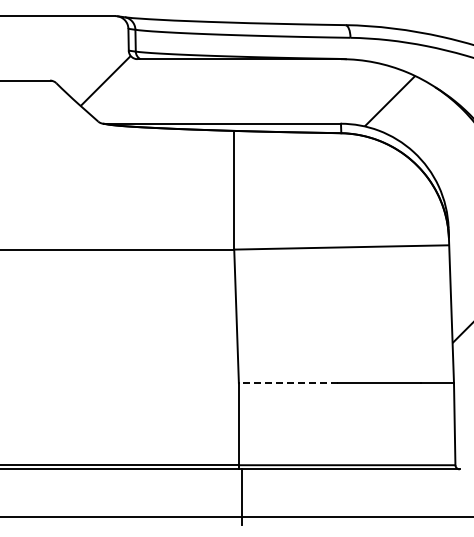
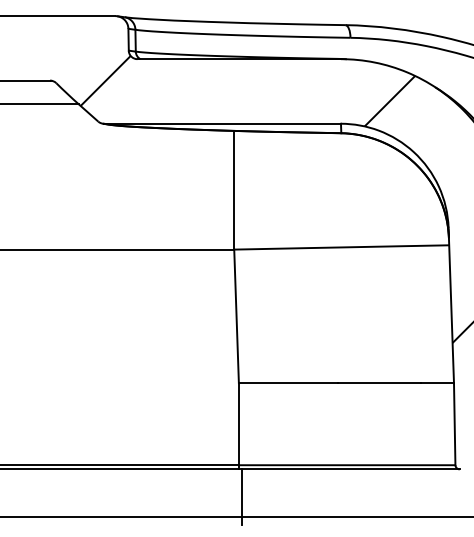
line at (40, 104): none -> present
line at (287, 383): dashed -> solid
